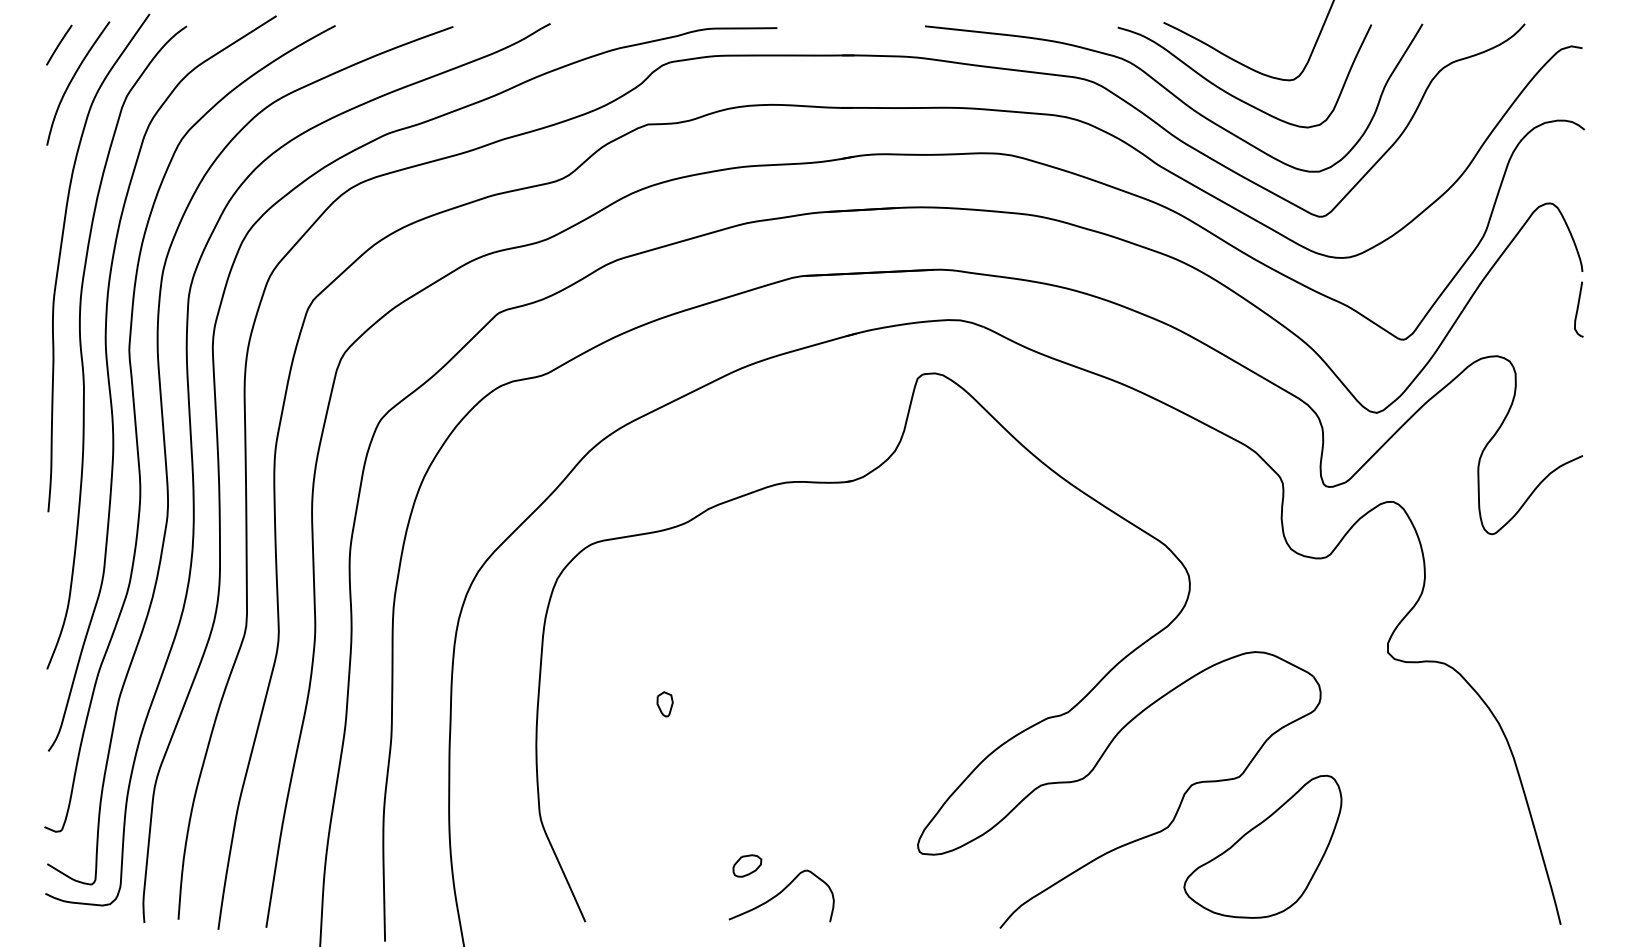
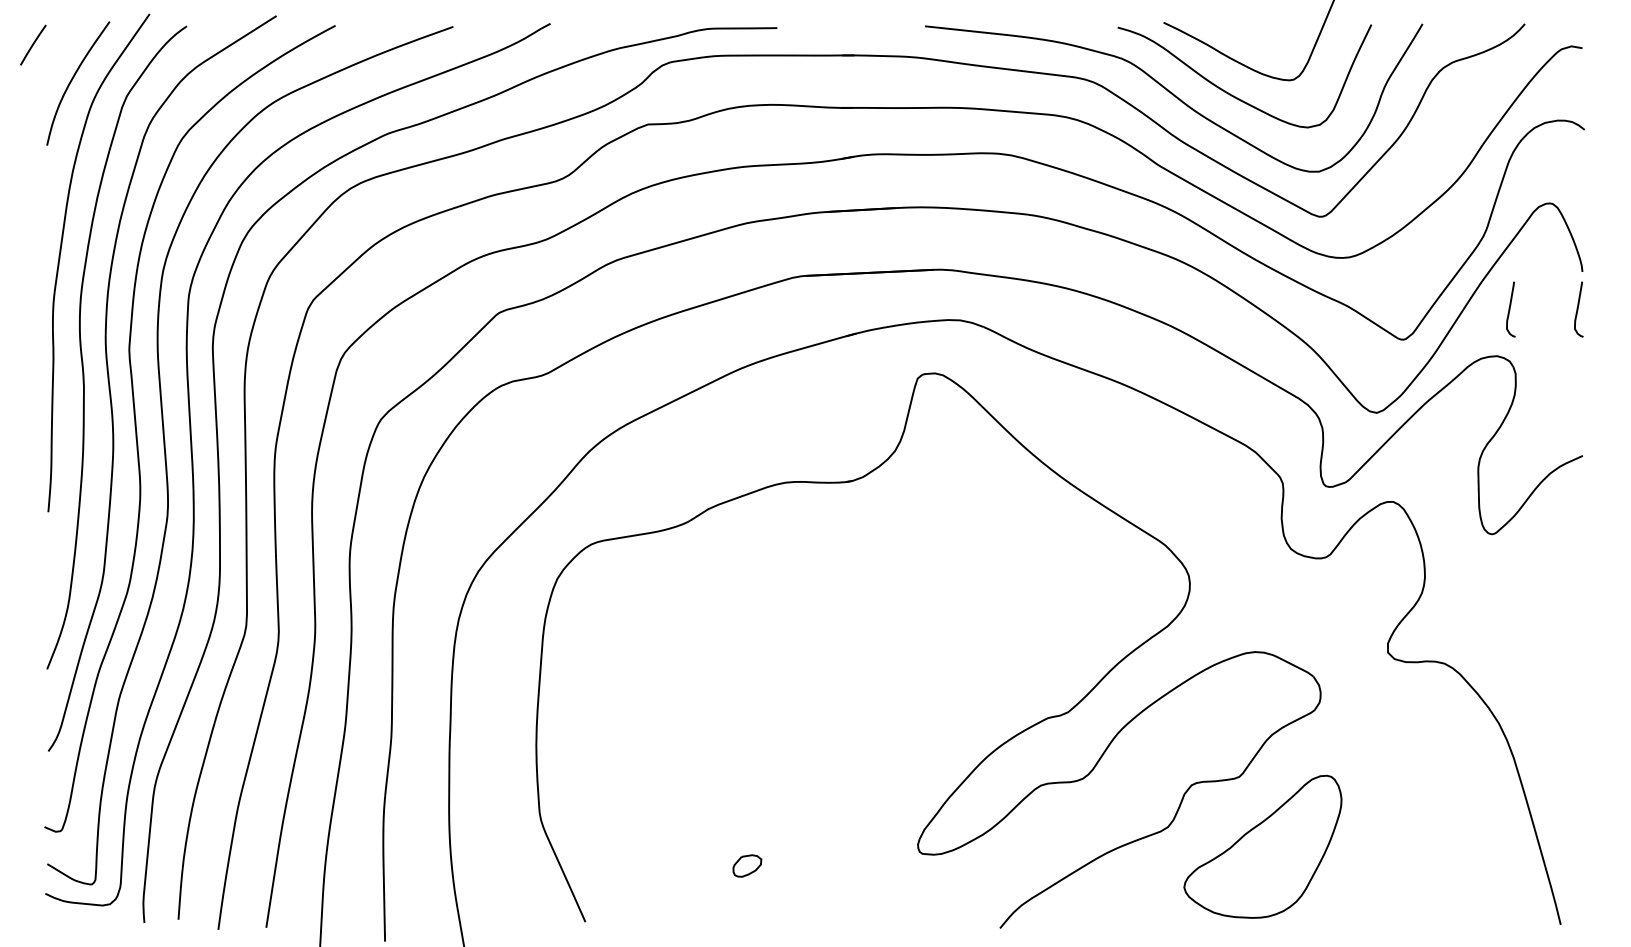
line at (59, 44) position: (59, 44) -> (33, 44)
curve at (1510, 309): none -> present
part at (664, 704): present -> none
curve at (780, 893): present -> none
